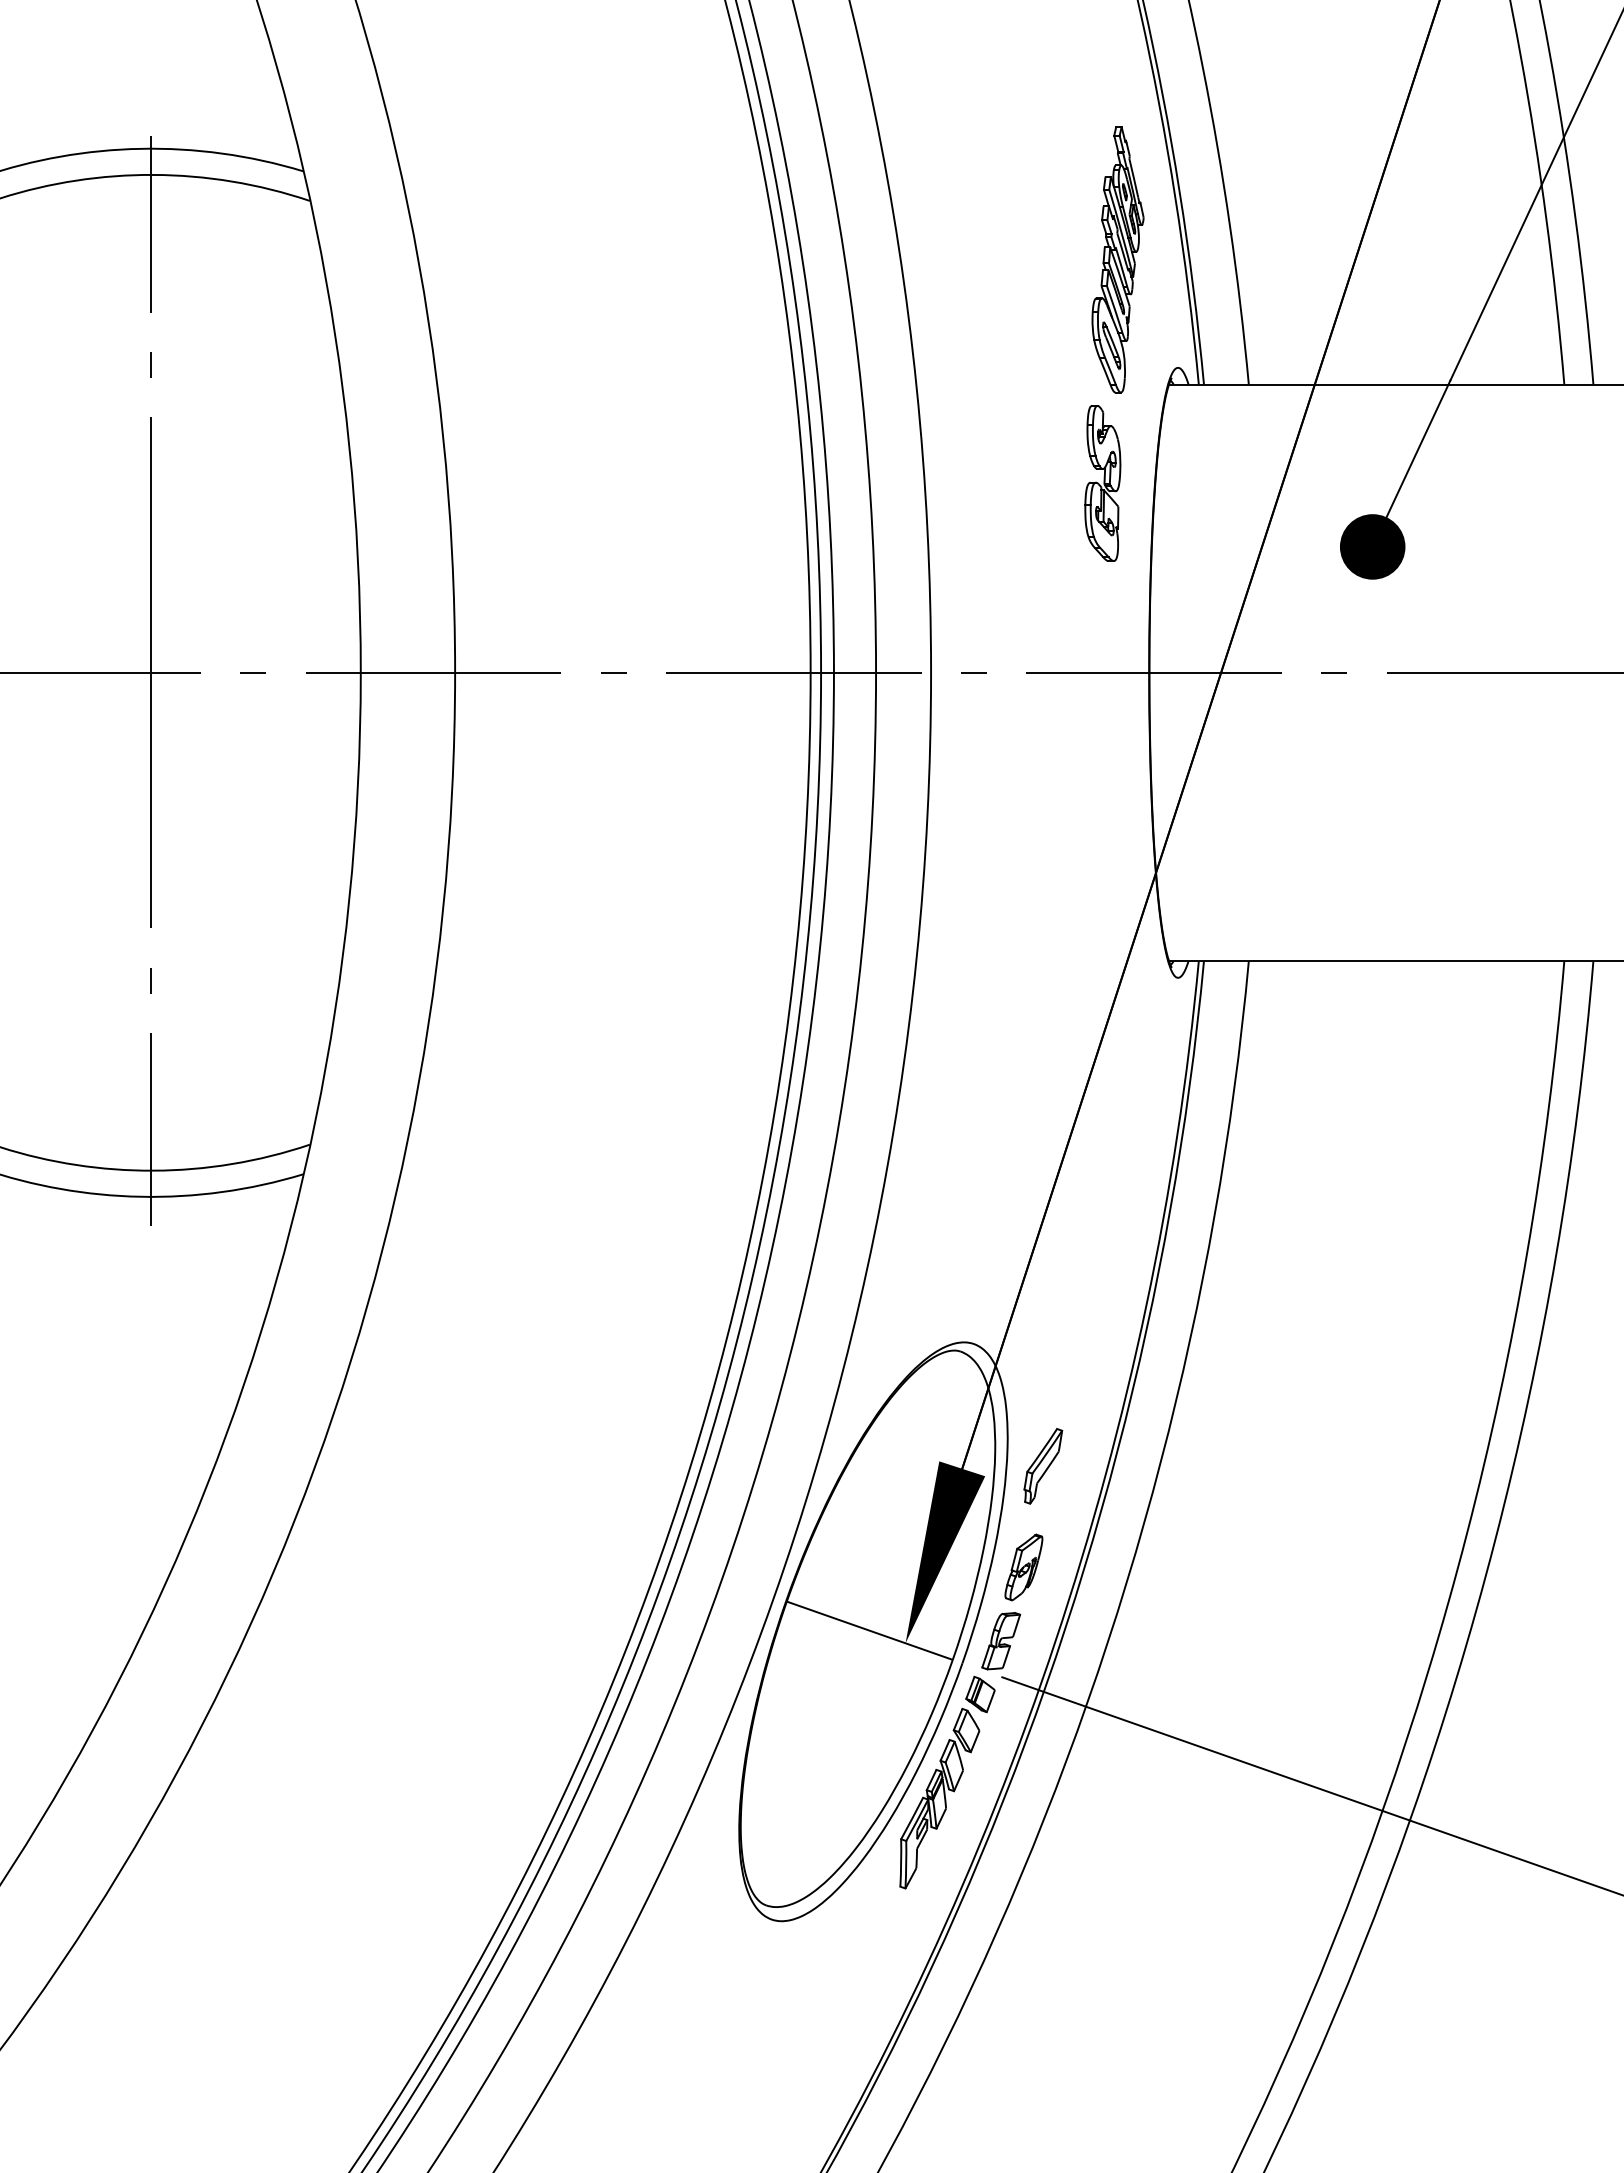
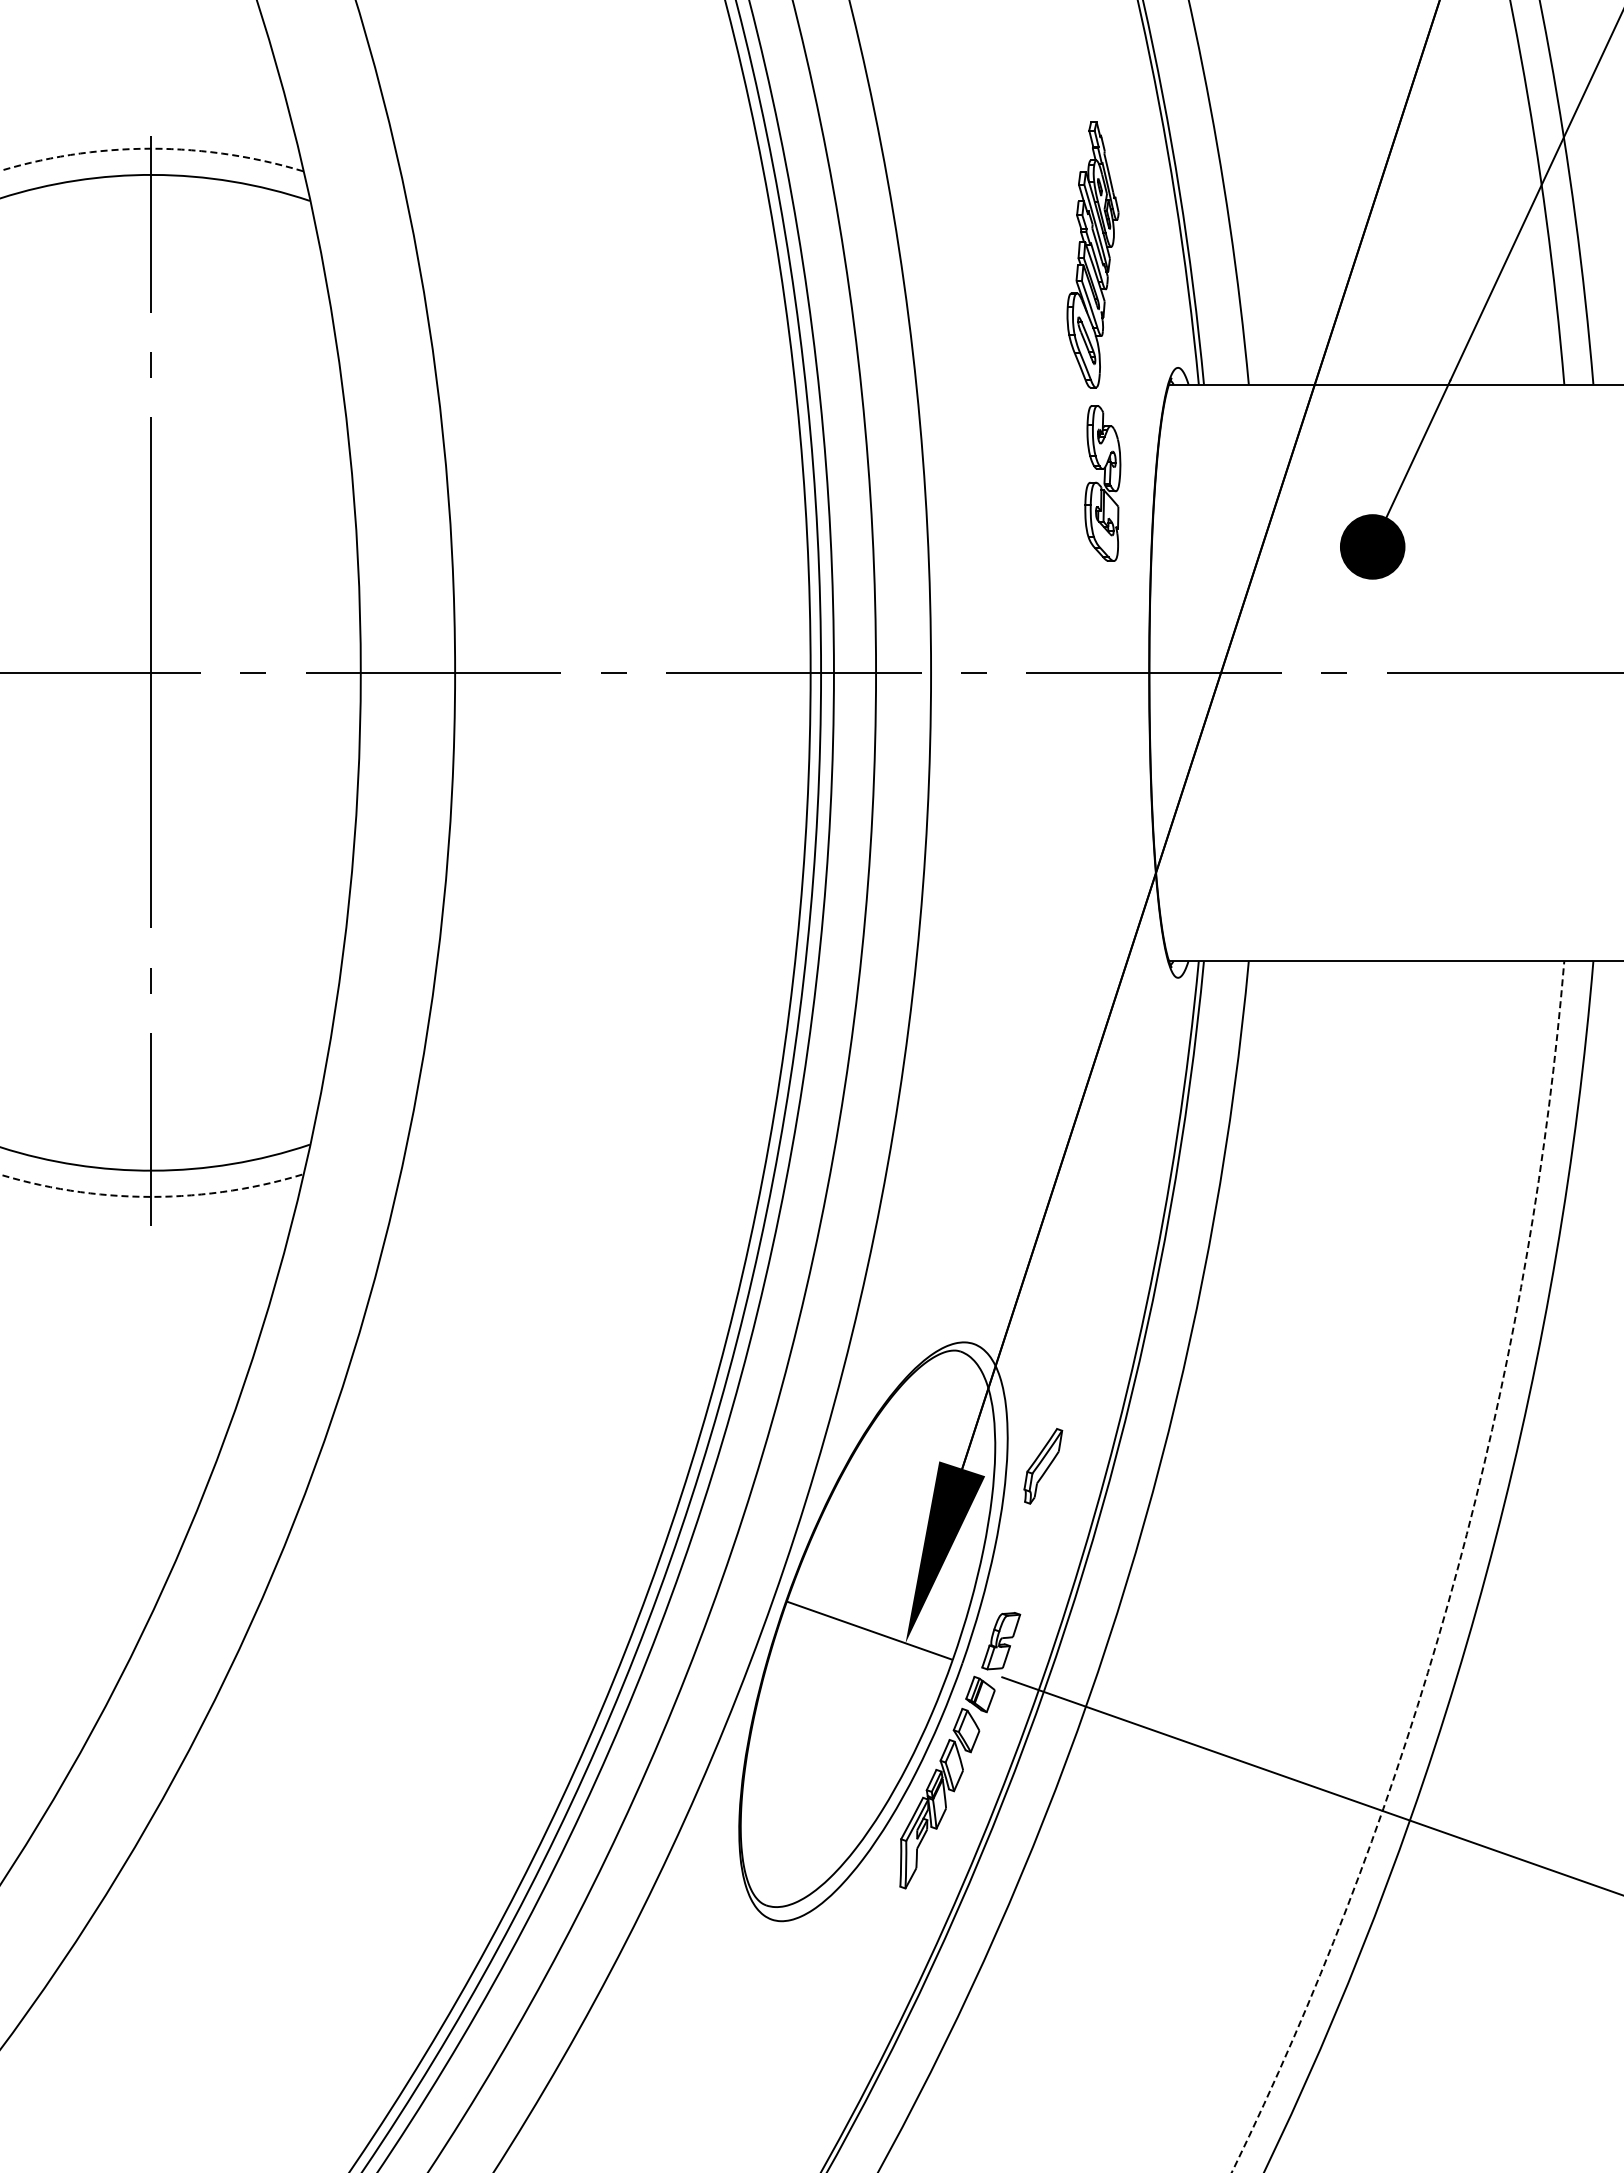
part at (1117, 259) position: (1117, 259) -> (1092, 254)
arc at (0, 1174): solid -> dashed
part at (1023, 1567): present -> none
arc at (1453, 1582): solid -> dashed
